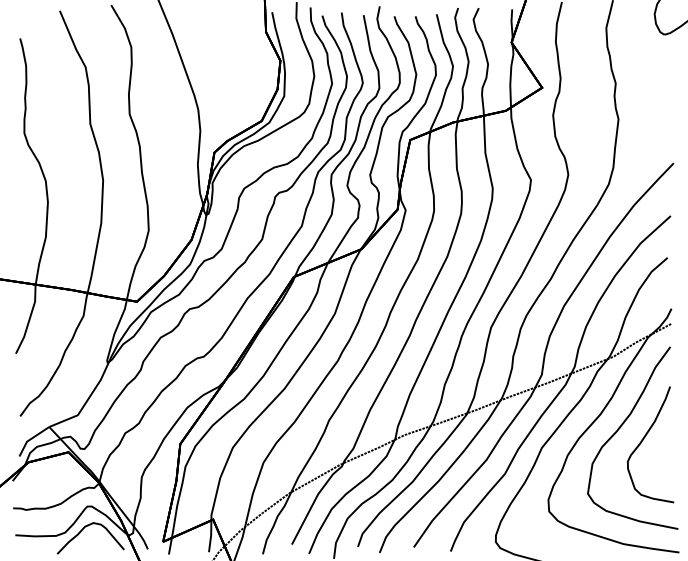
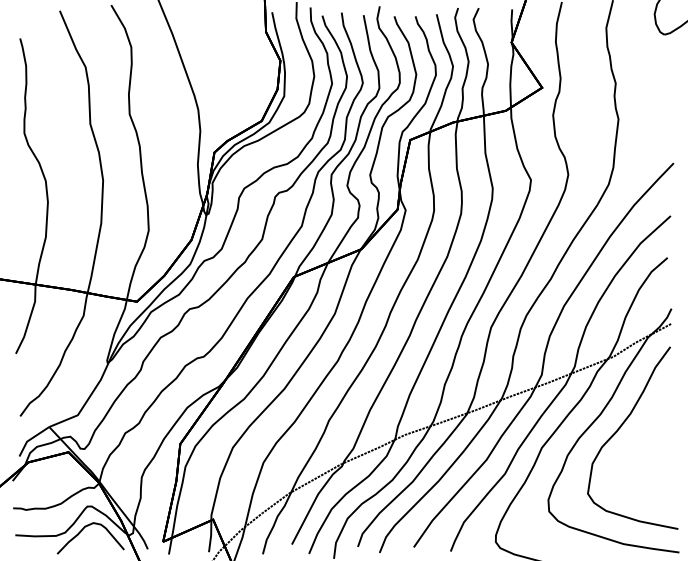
part at (643, 440): present -> none
